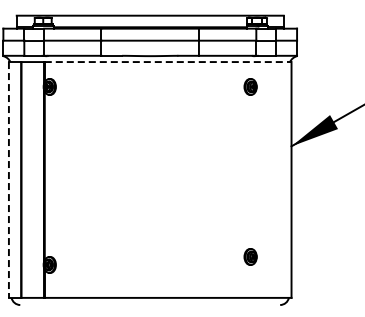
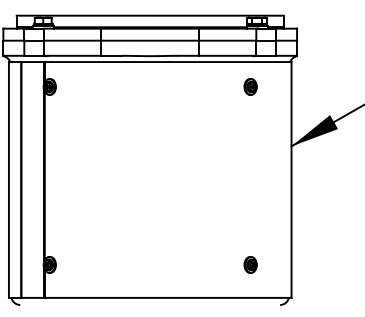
line at (168, 62): dashed -> solid
line at (8, 179): dashed -> solid
part at (250, 256) position: (250, 256) -> (250, 264)
